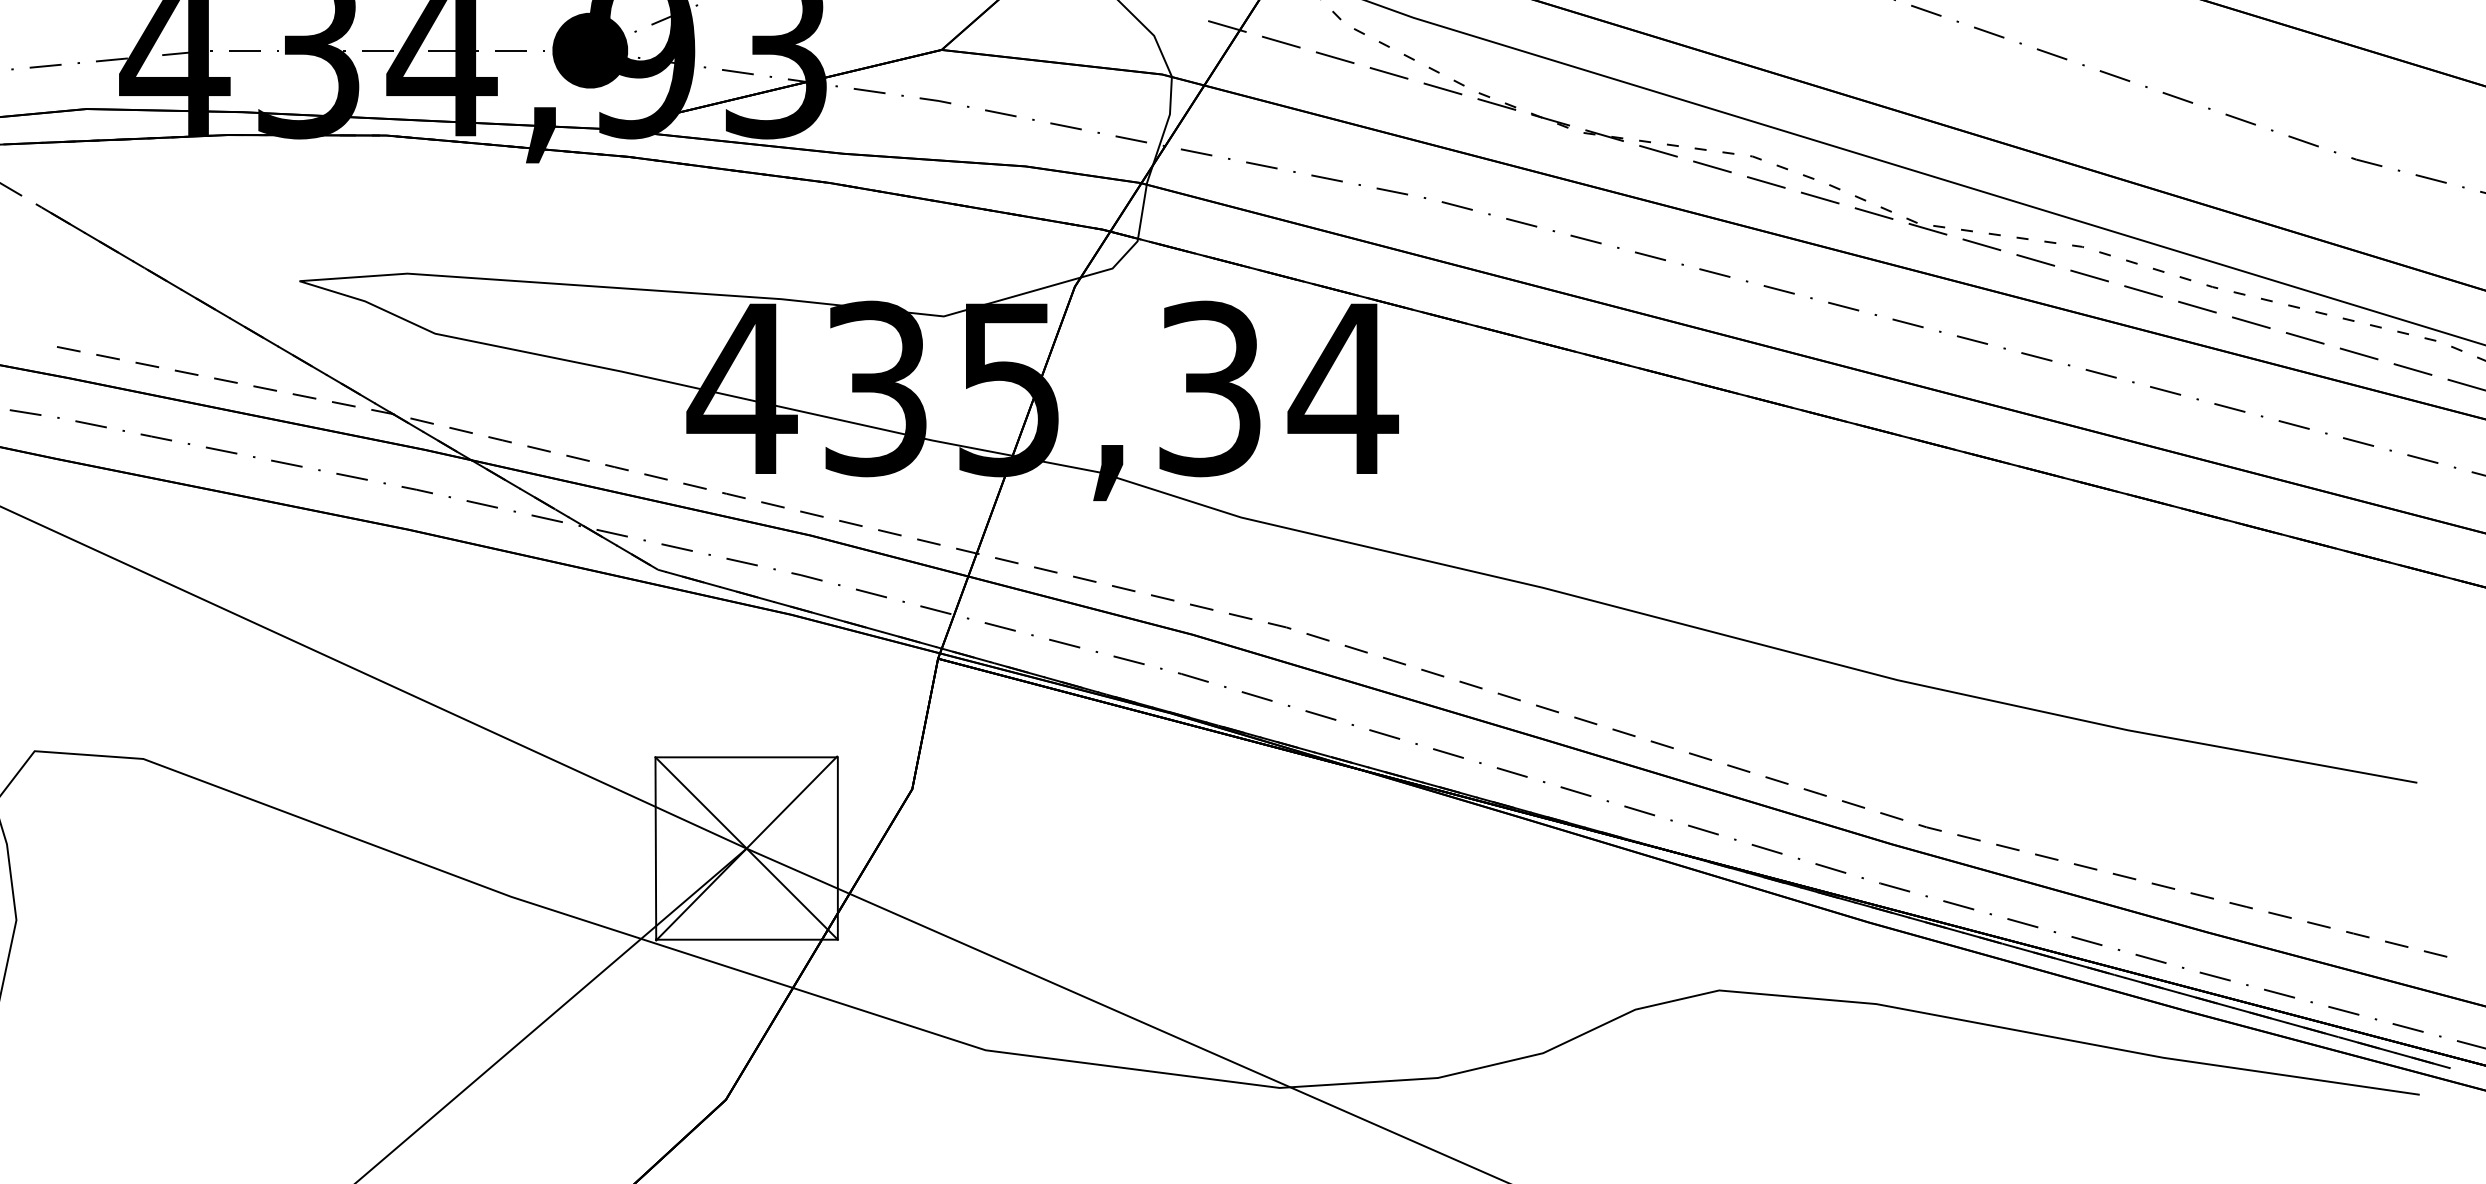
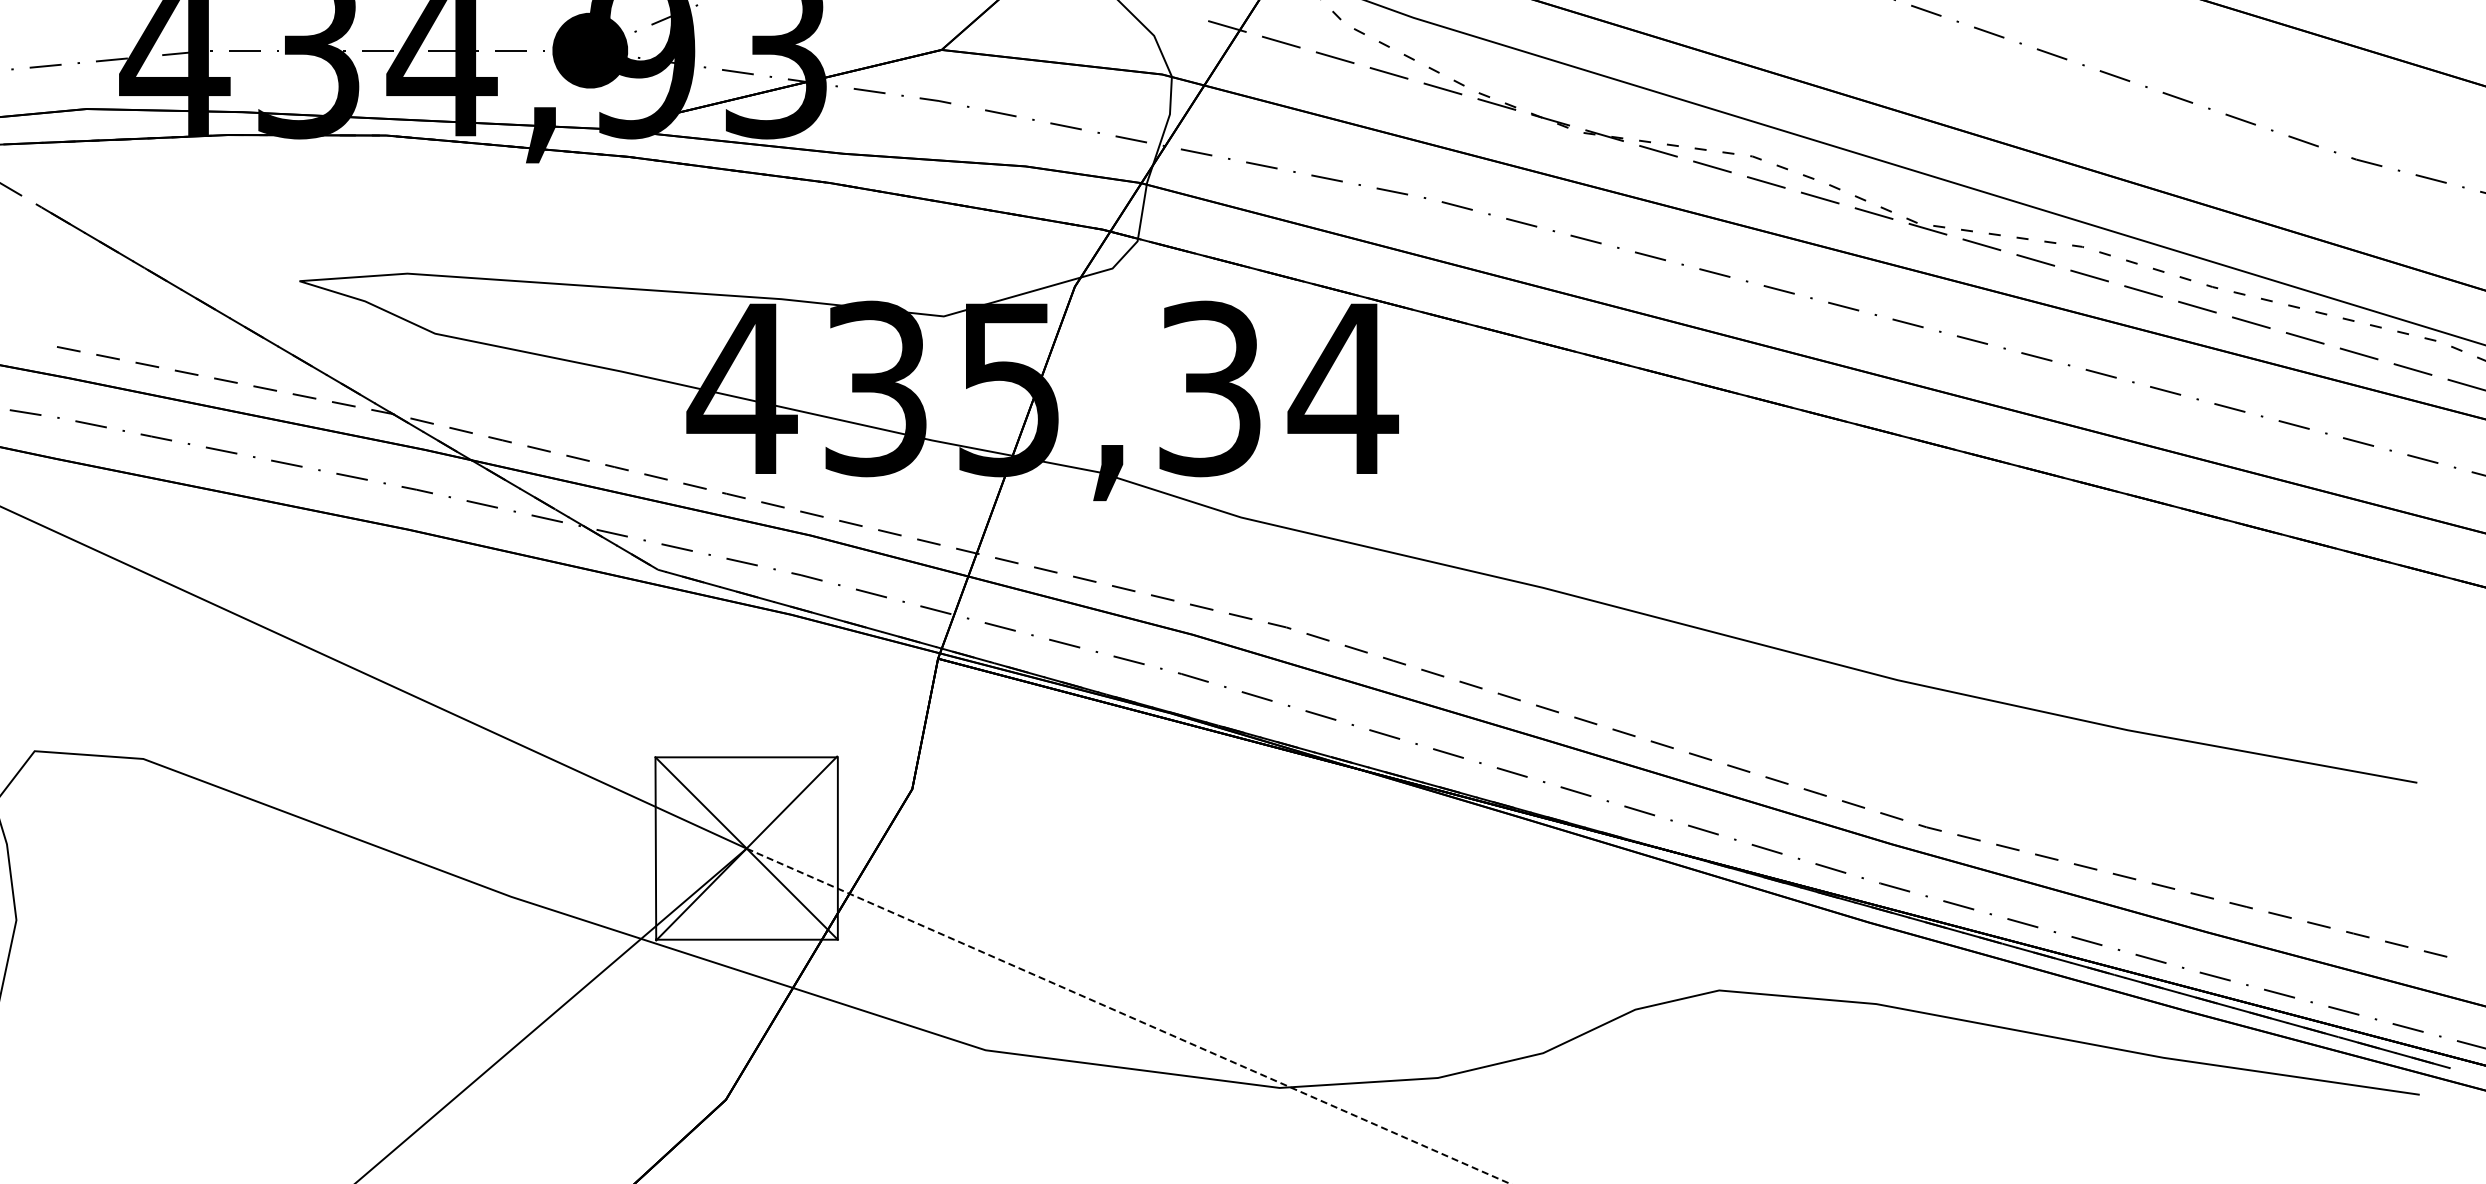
line at (1128, 1016): solid -> dashed
